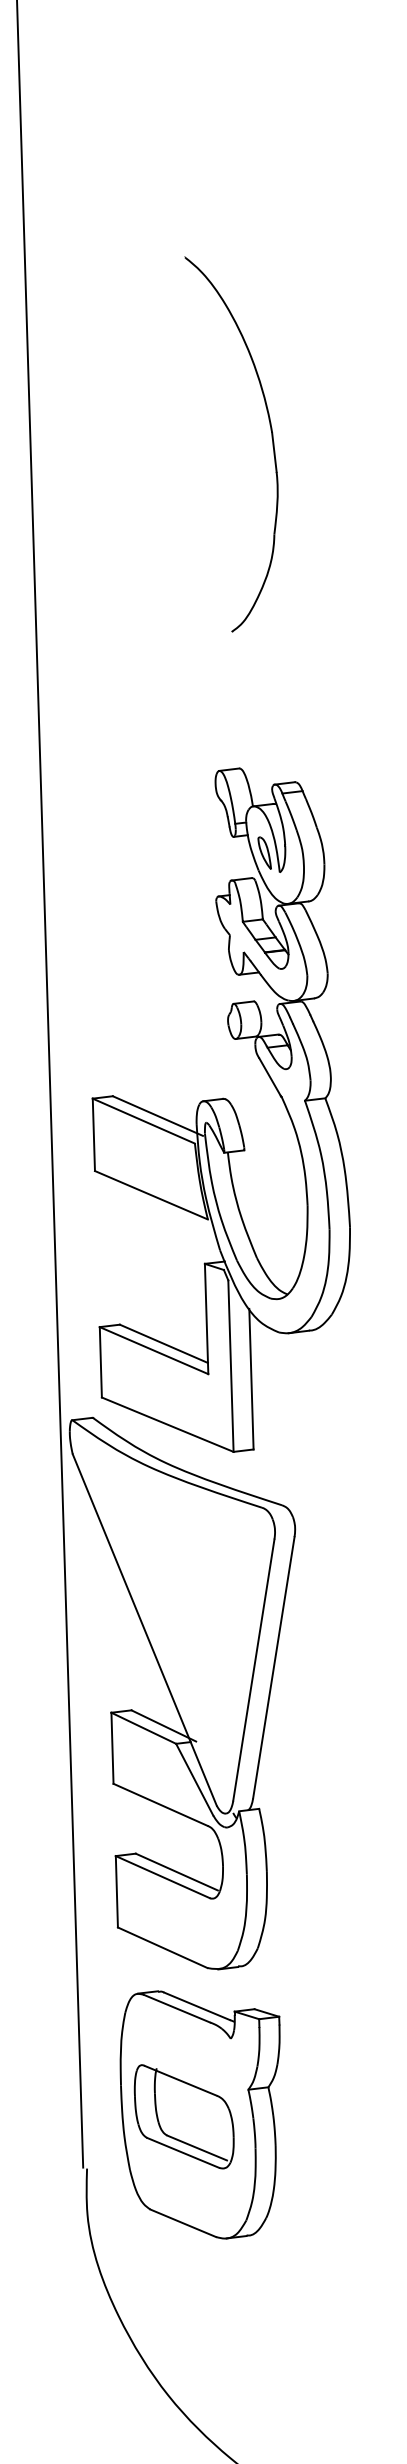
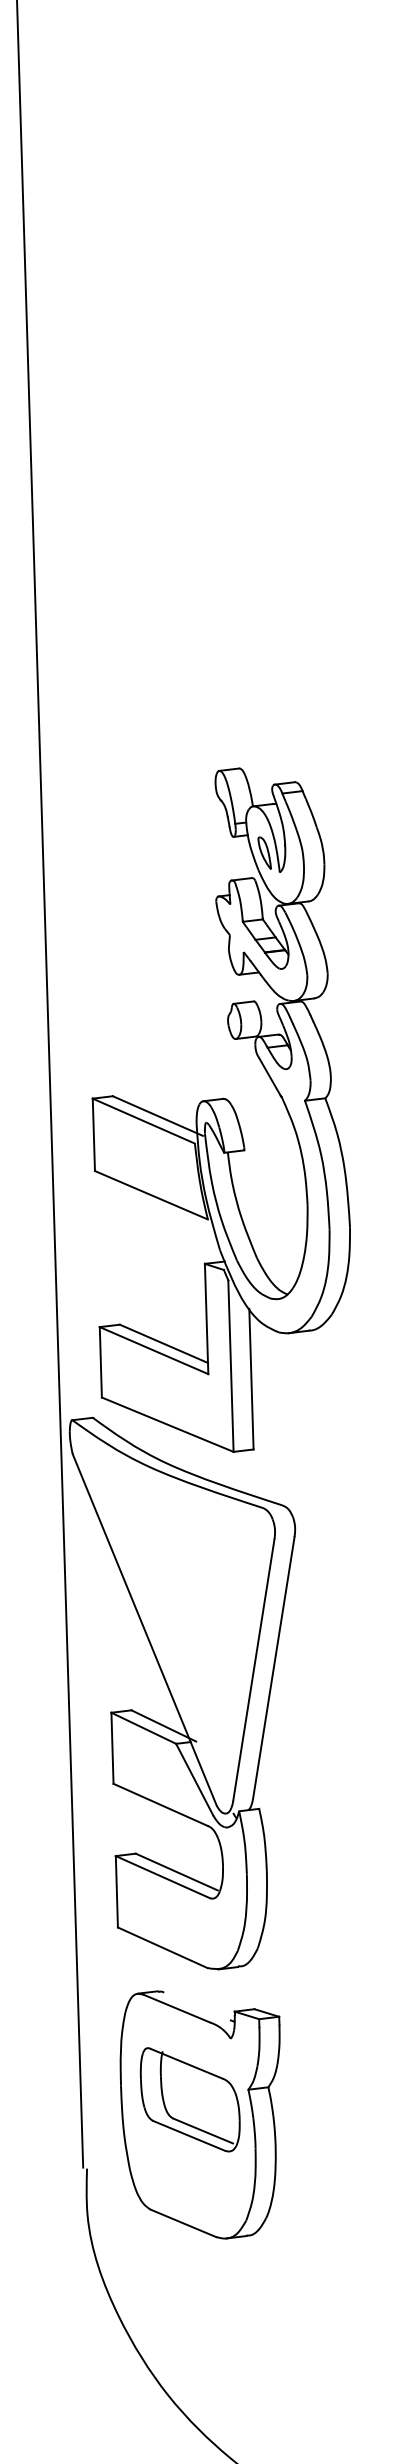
part at (271, 438): present -> none
line at (196, 2006): present -> none
part at (183, 2116) position: (183, 2116) -> (189, 2099)
